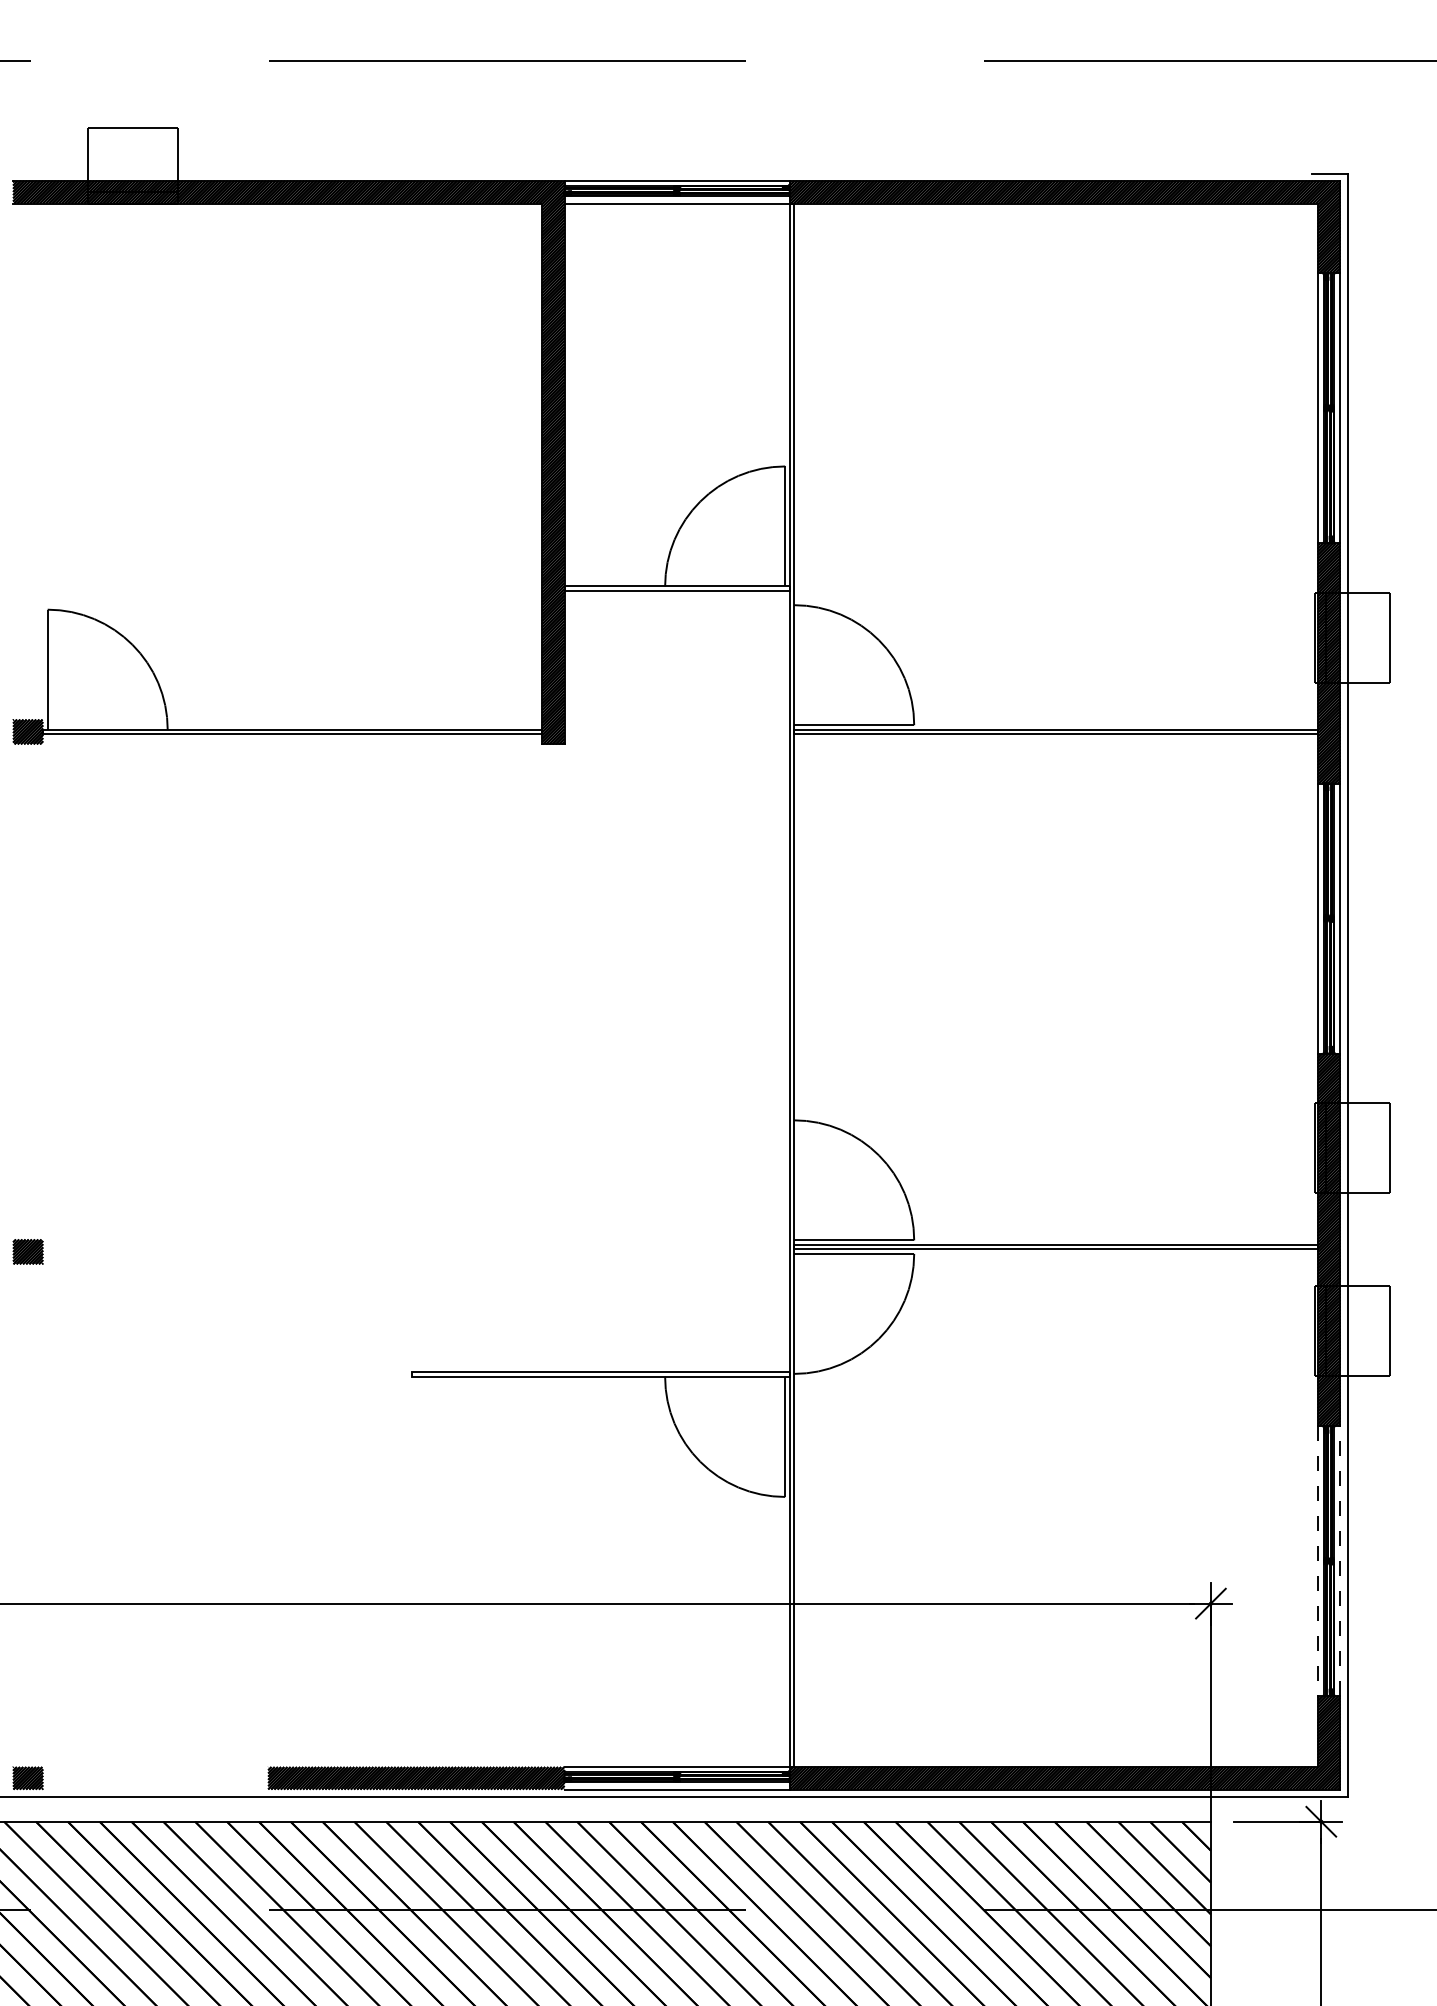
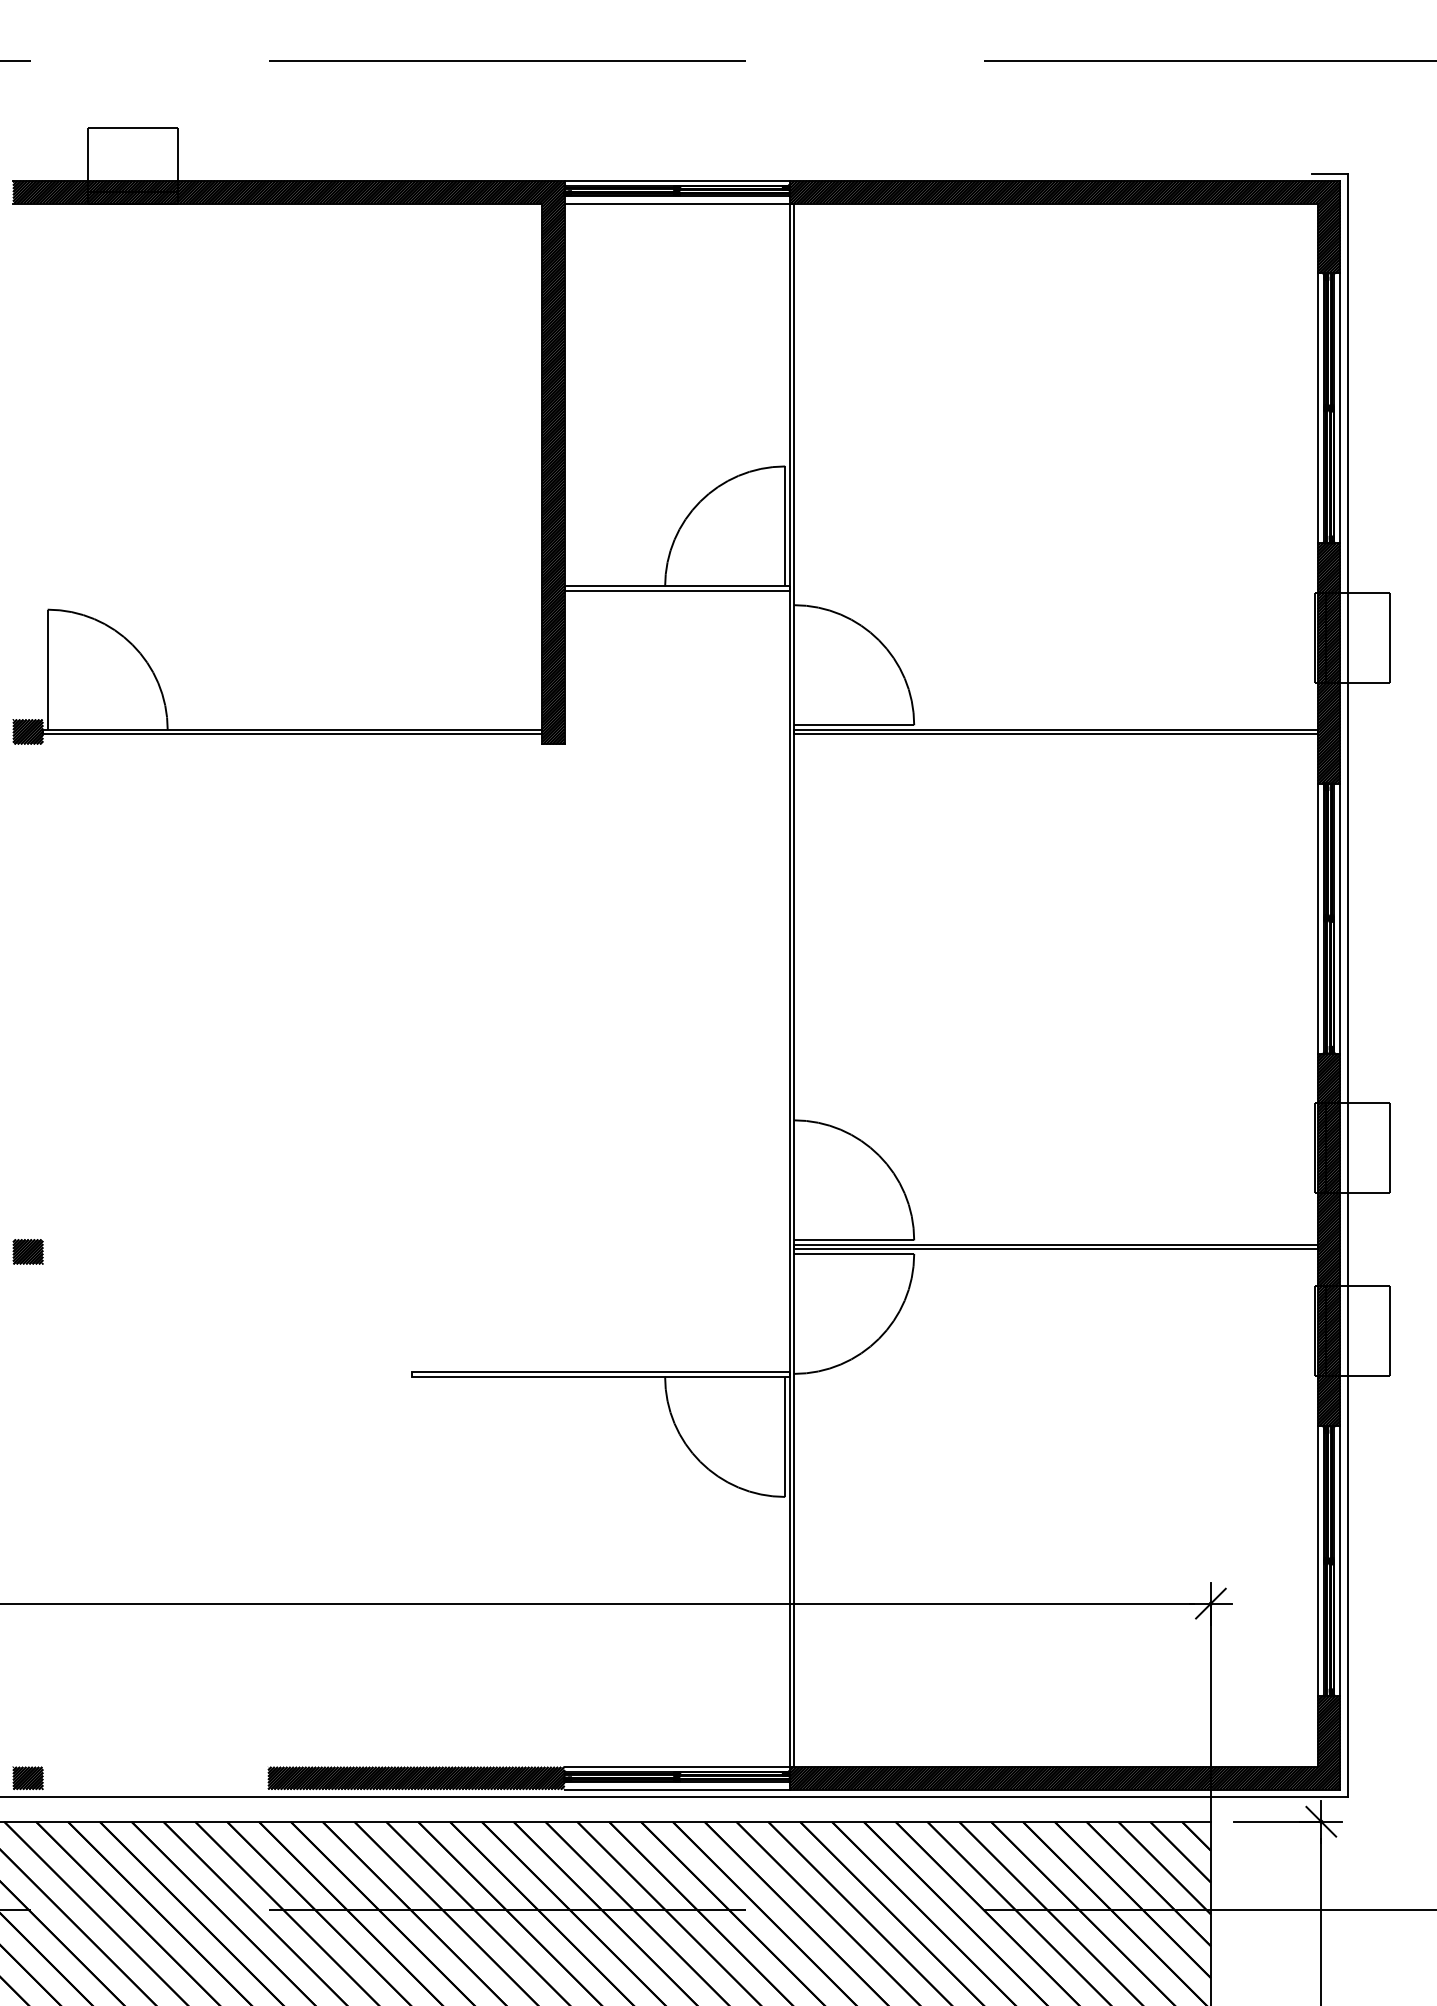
line at (1340, 1560): dashed -> solid
line at (1317, 1561): dashed -> solid
